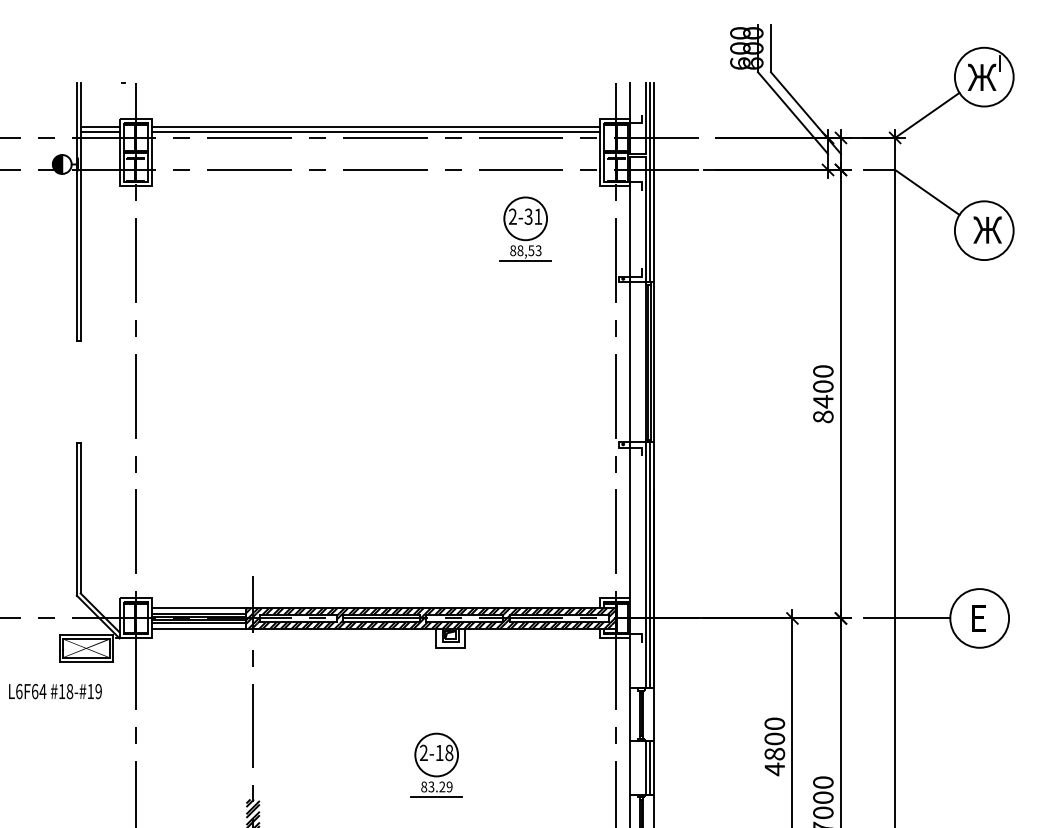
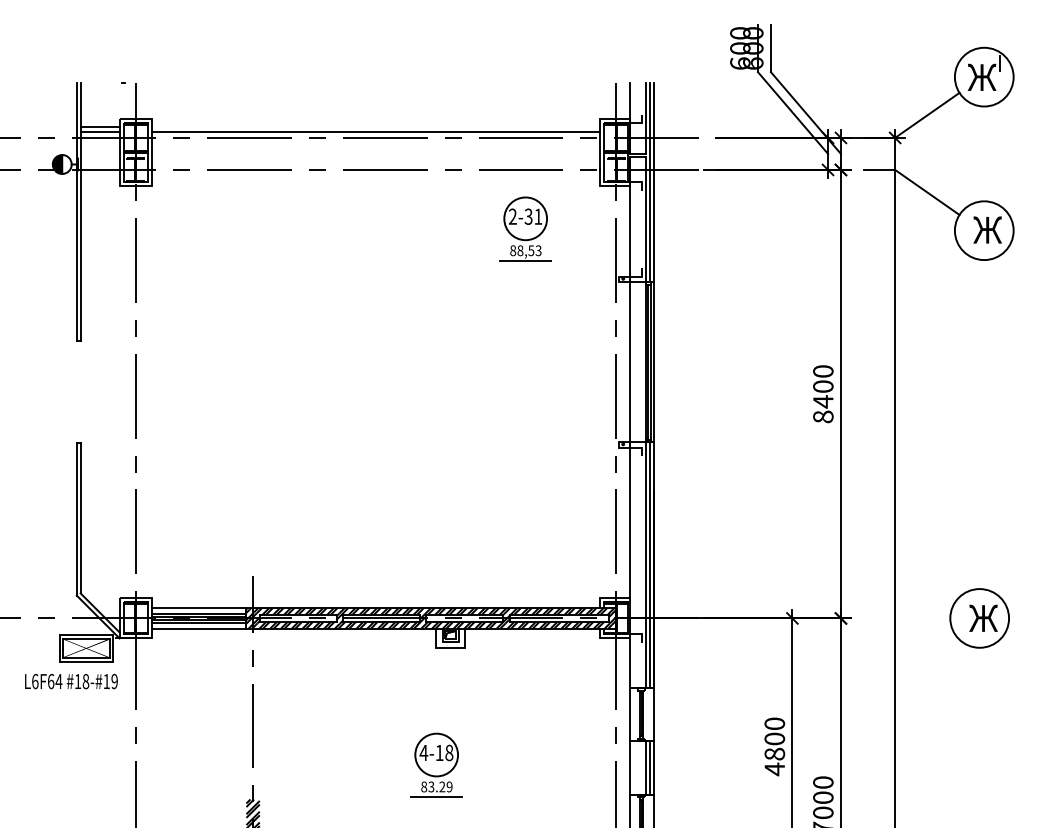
line at (375, 126): present -> none
text at (983, 617): Е -> Ж
line at (907, 618): present -> none
text at (55, 691) position: (55, 691) -> (71, 681)
text at (423, 752): 2-18 -> 4-18
